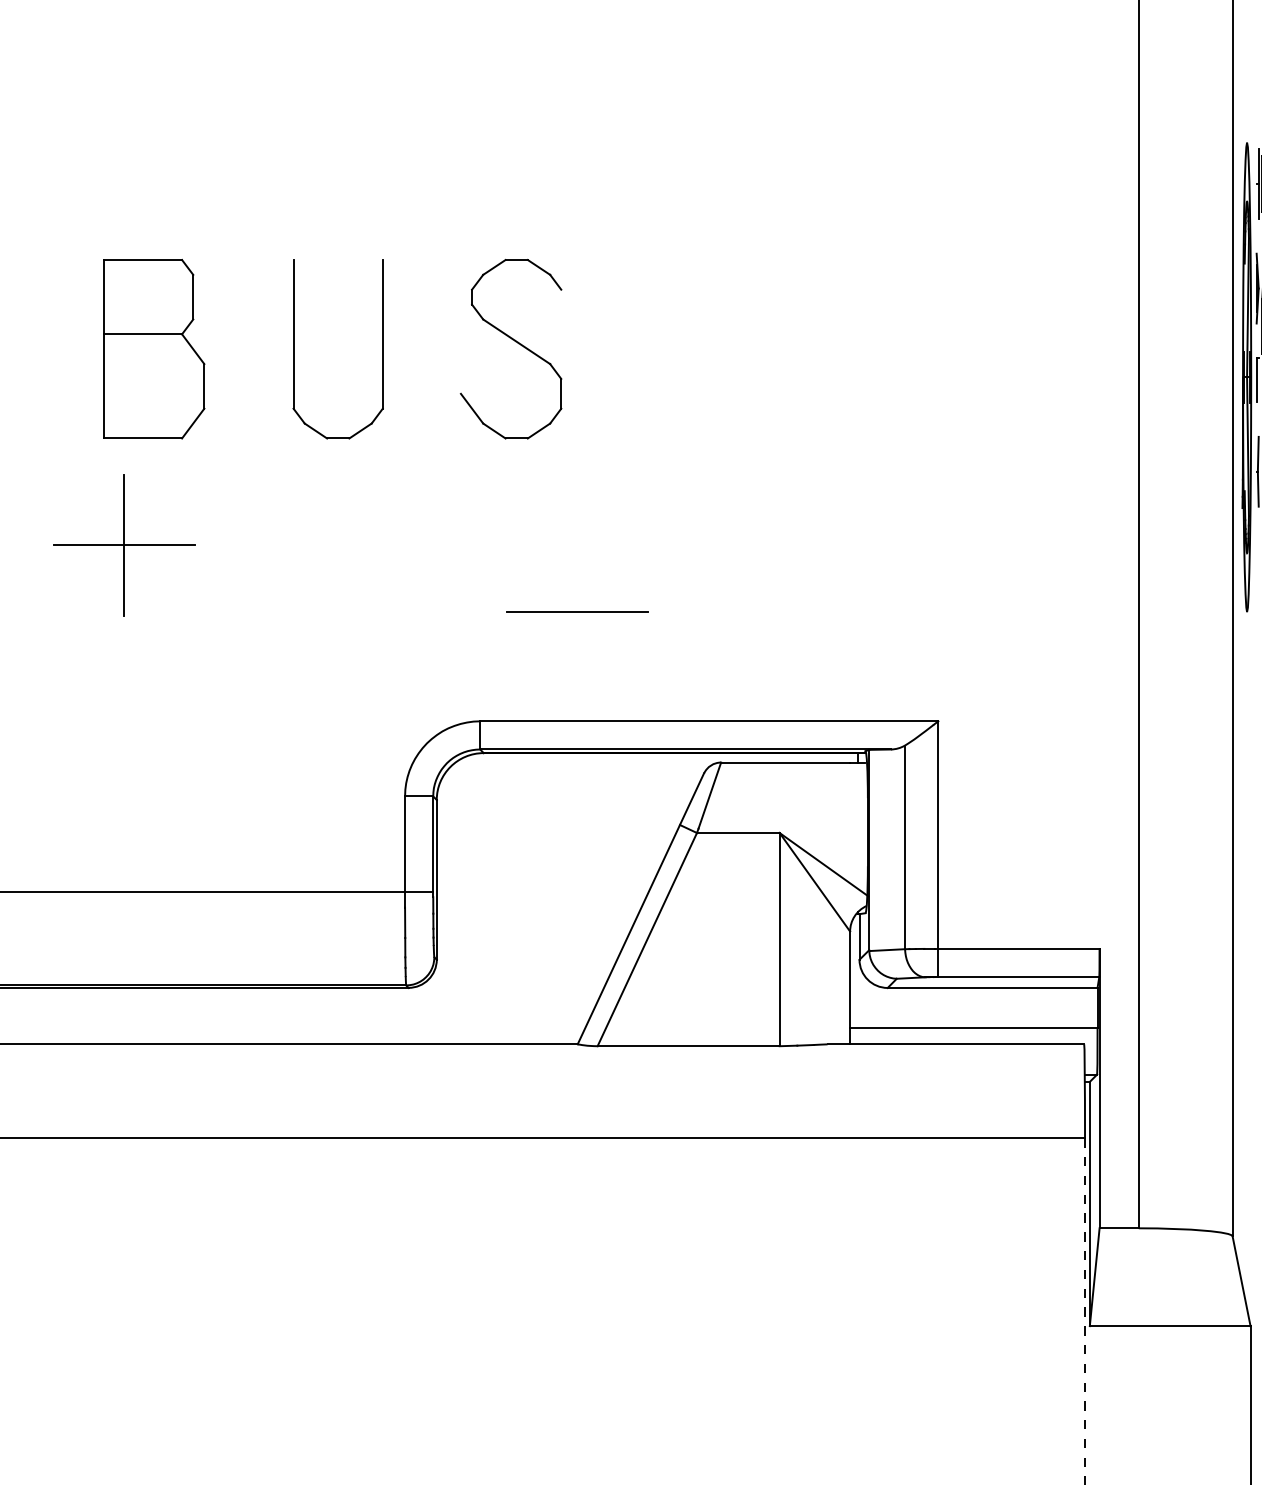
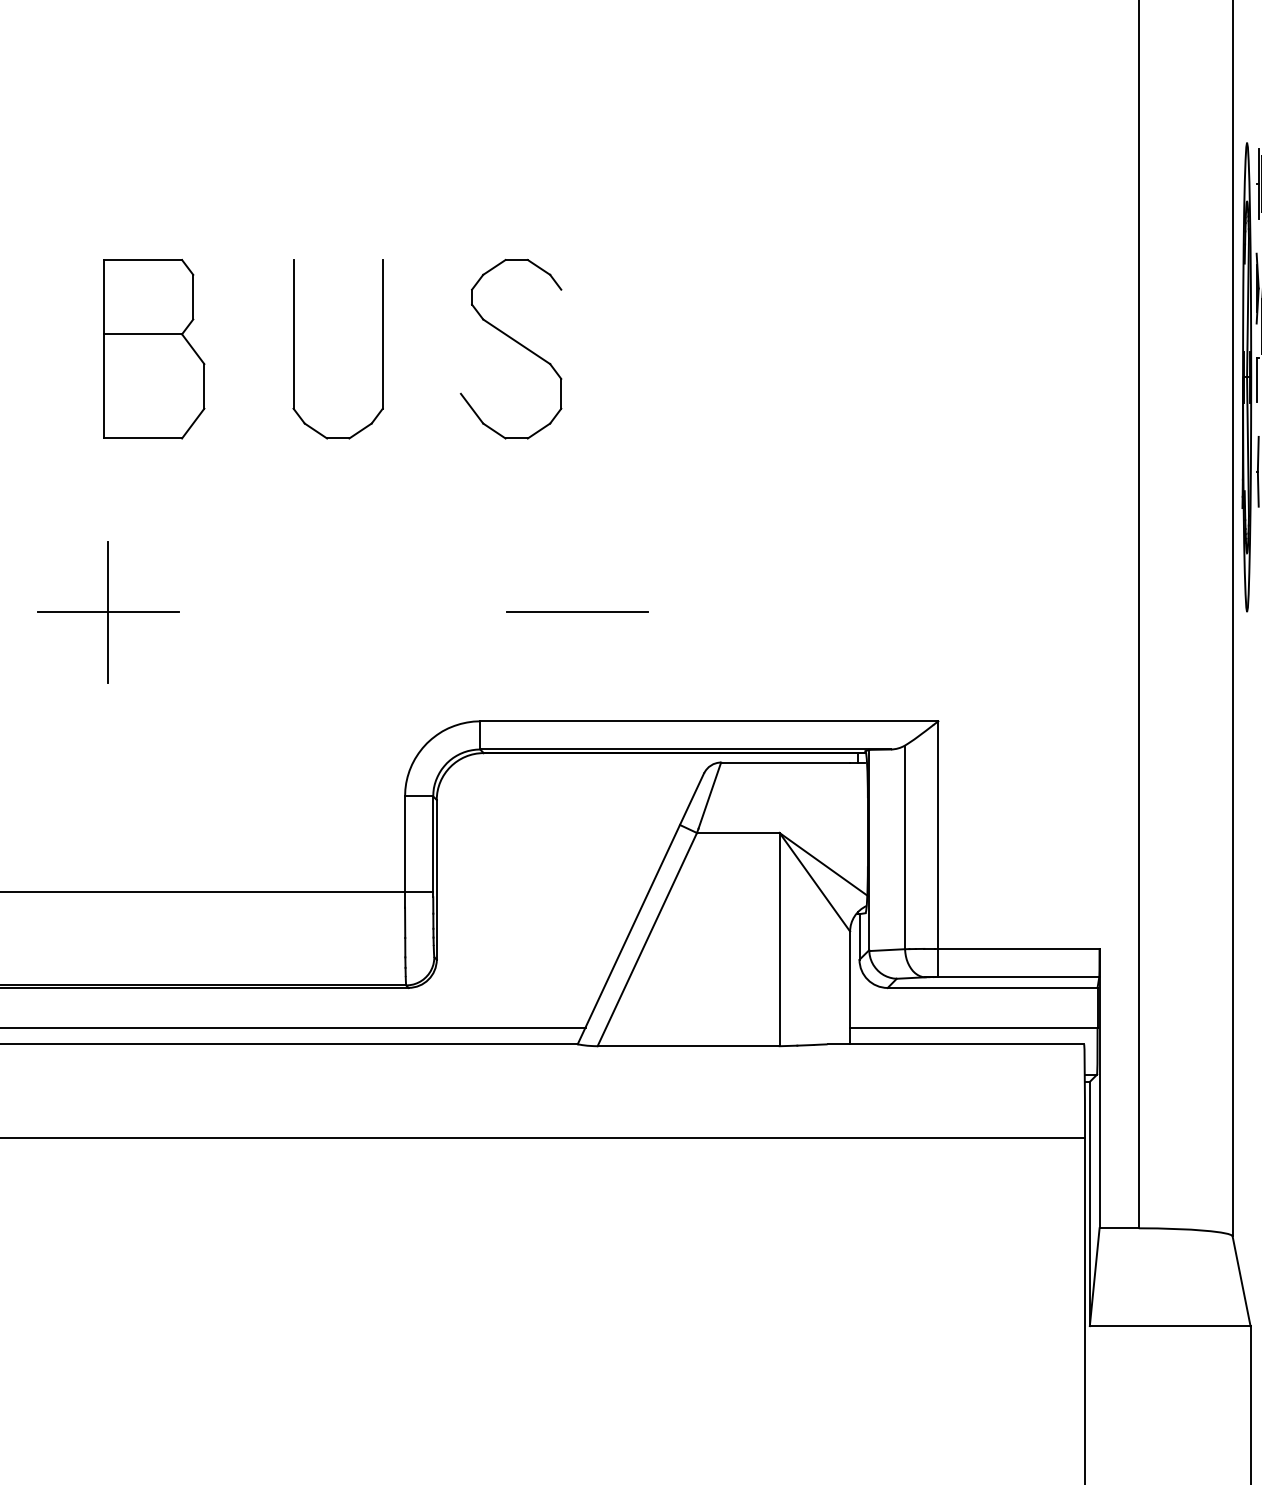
part at (124, 545) position: (124, 545) -> (108, 612)
line at (293, 1027): none -> present
line at (1084, 1311): dashed -> solid
